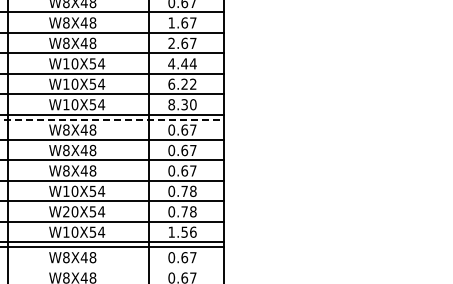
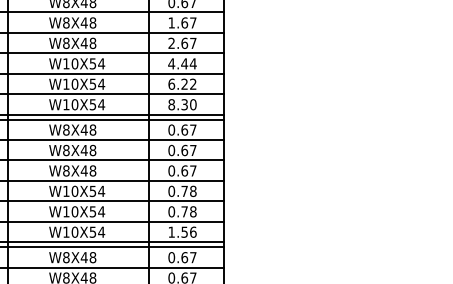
line at (112, 119): dashed -> solid
text at (66, 211): W20X54 -> W10X54
line at (112, 267): none -> present
